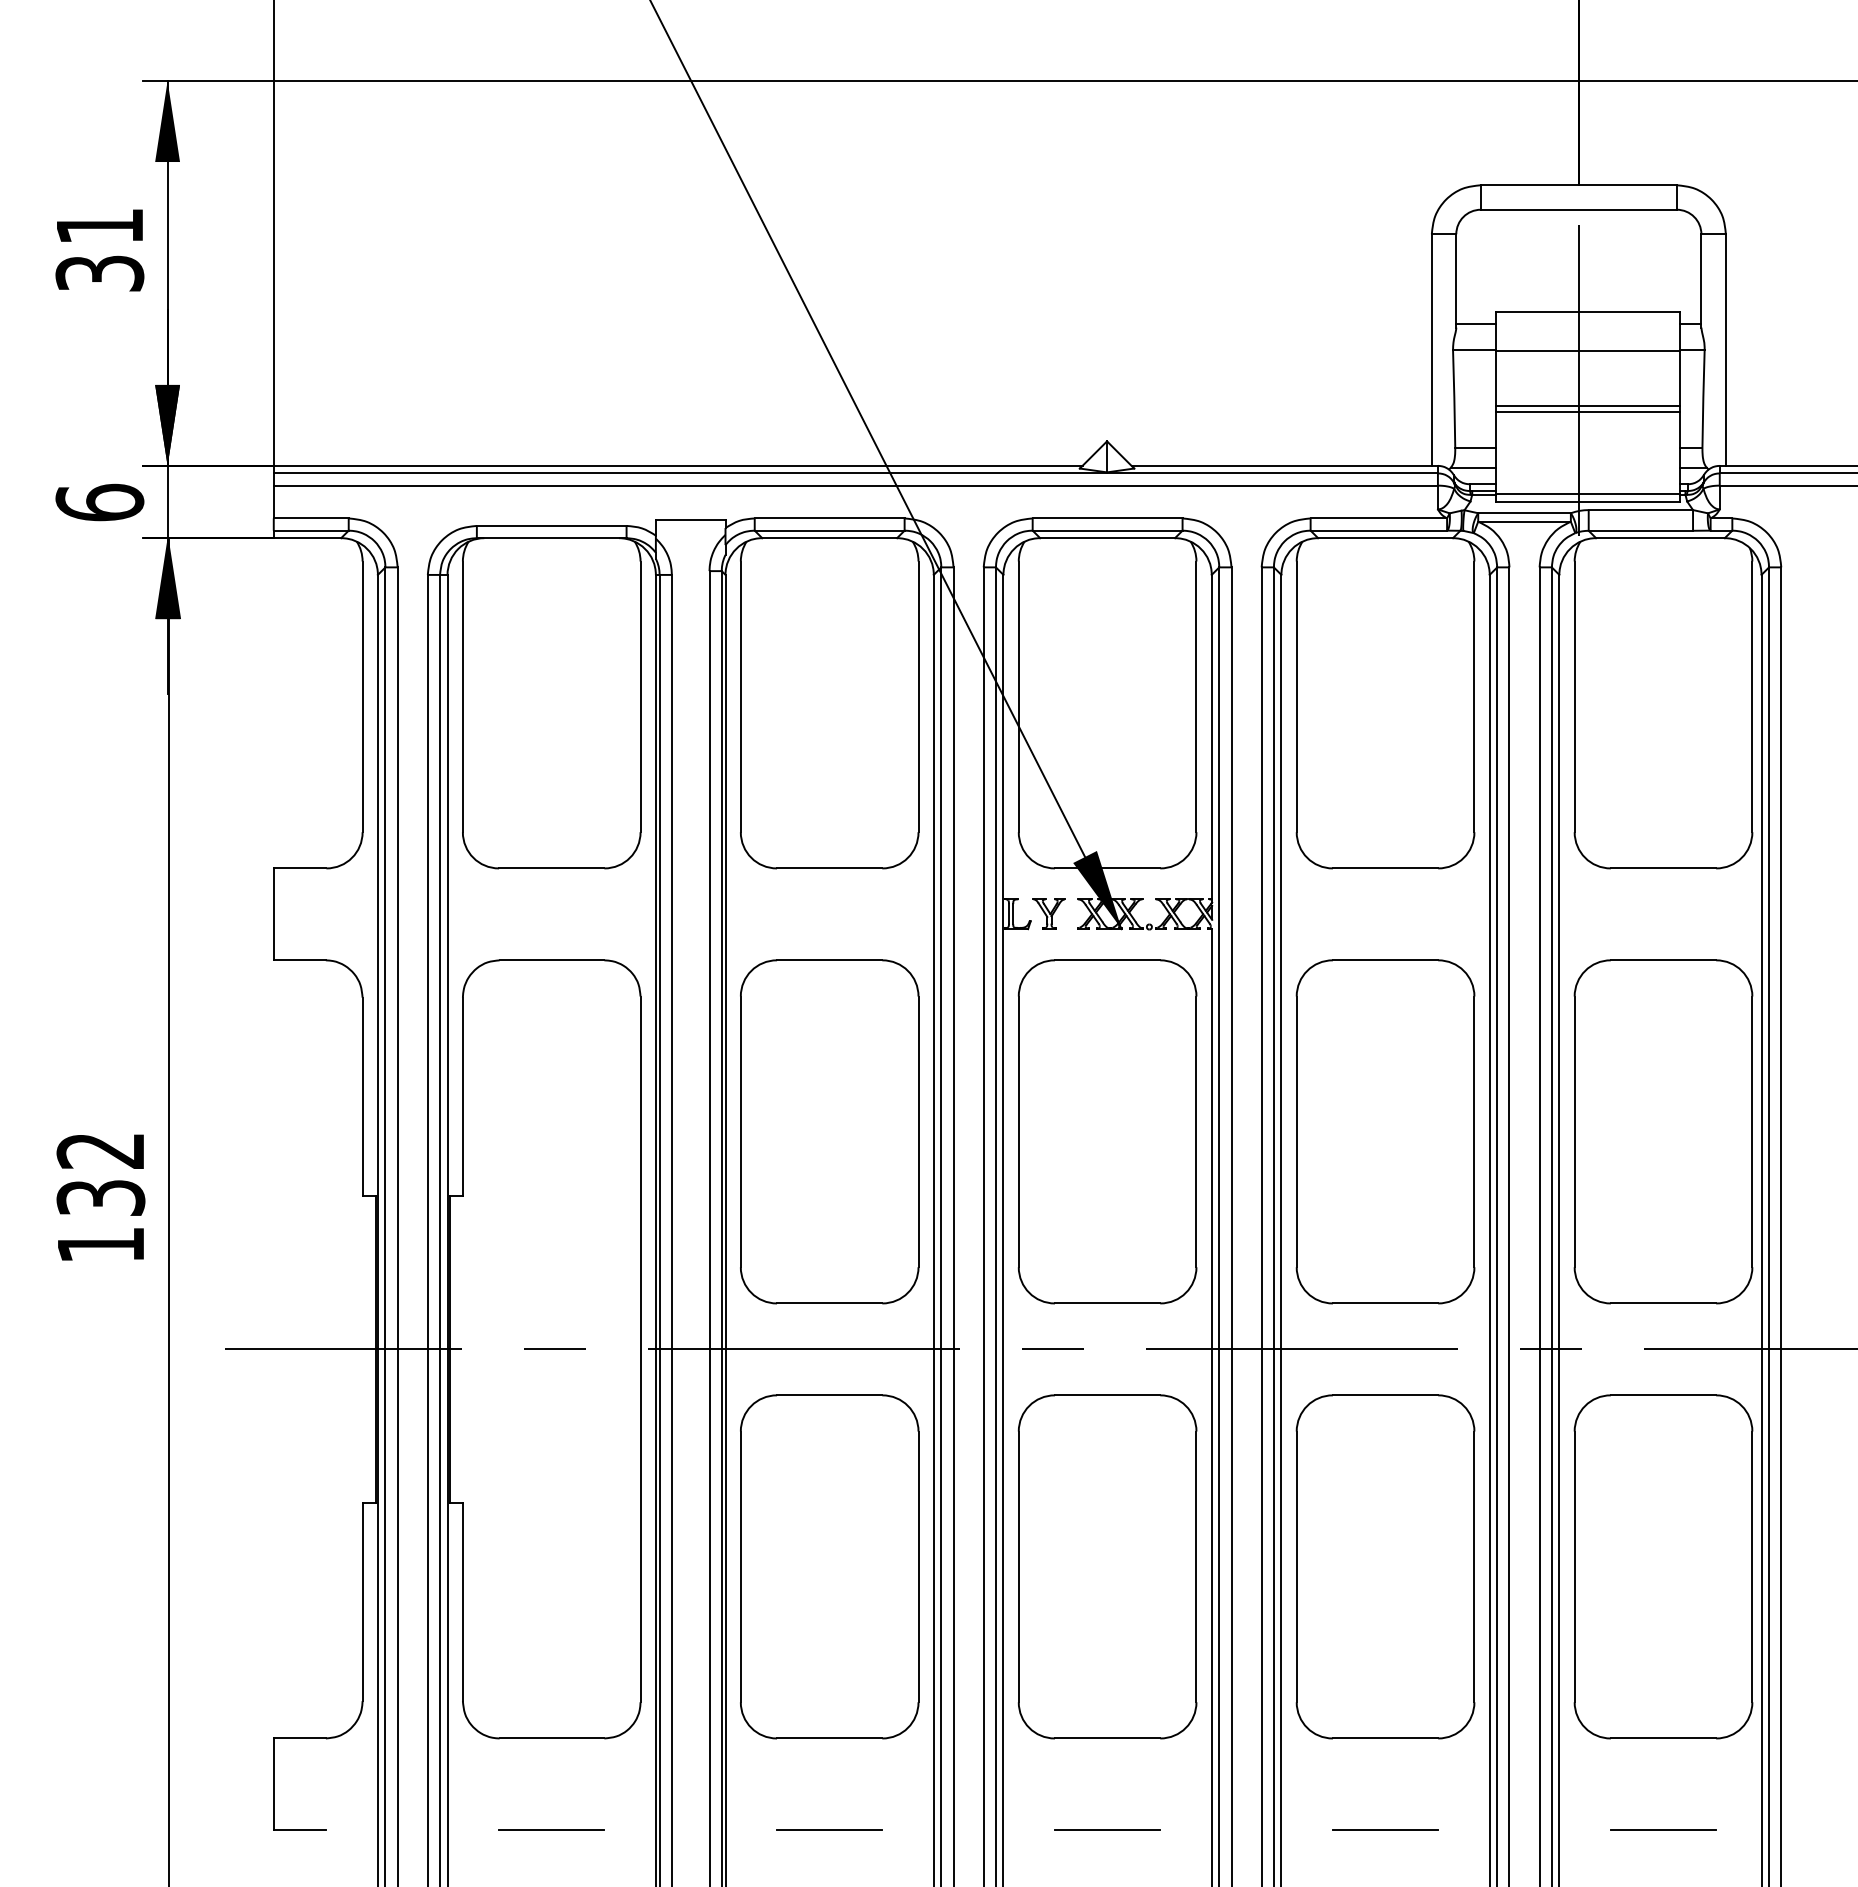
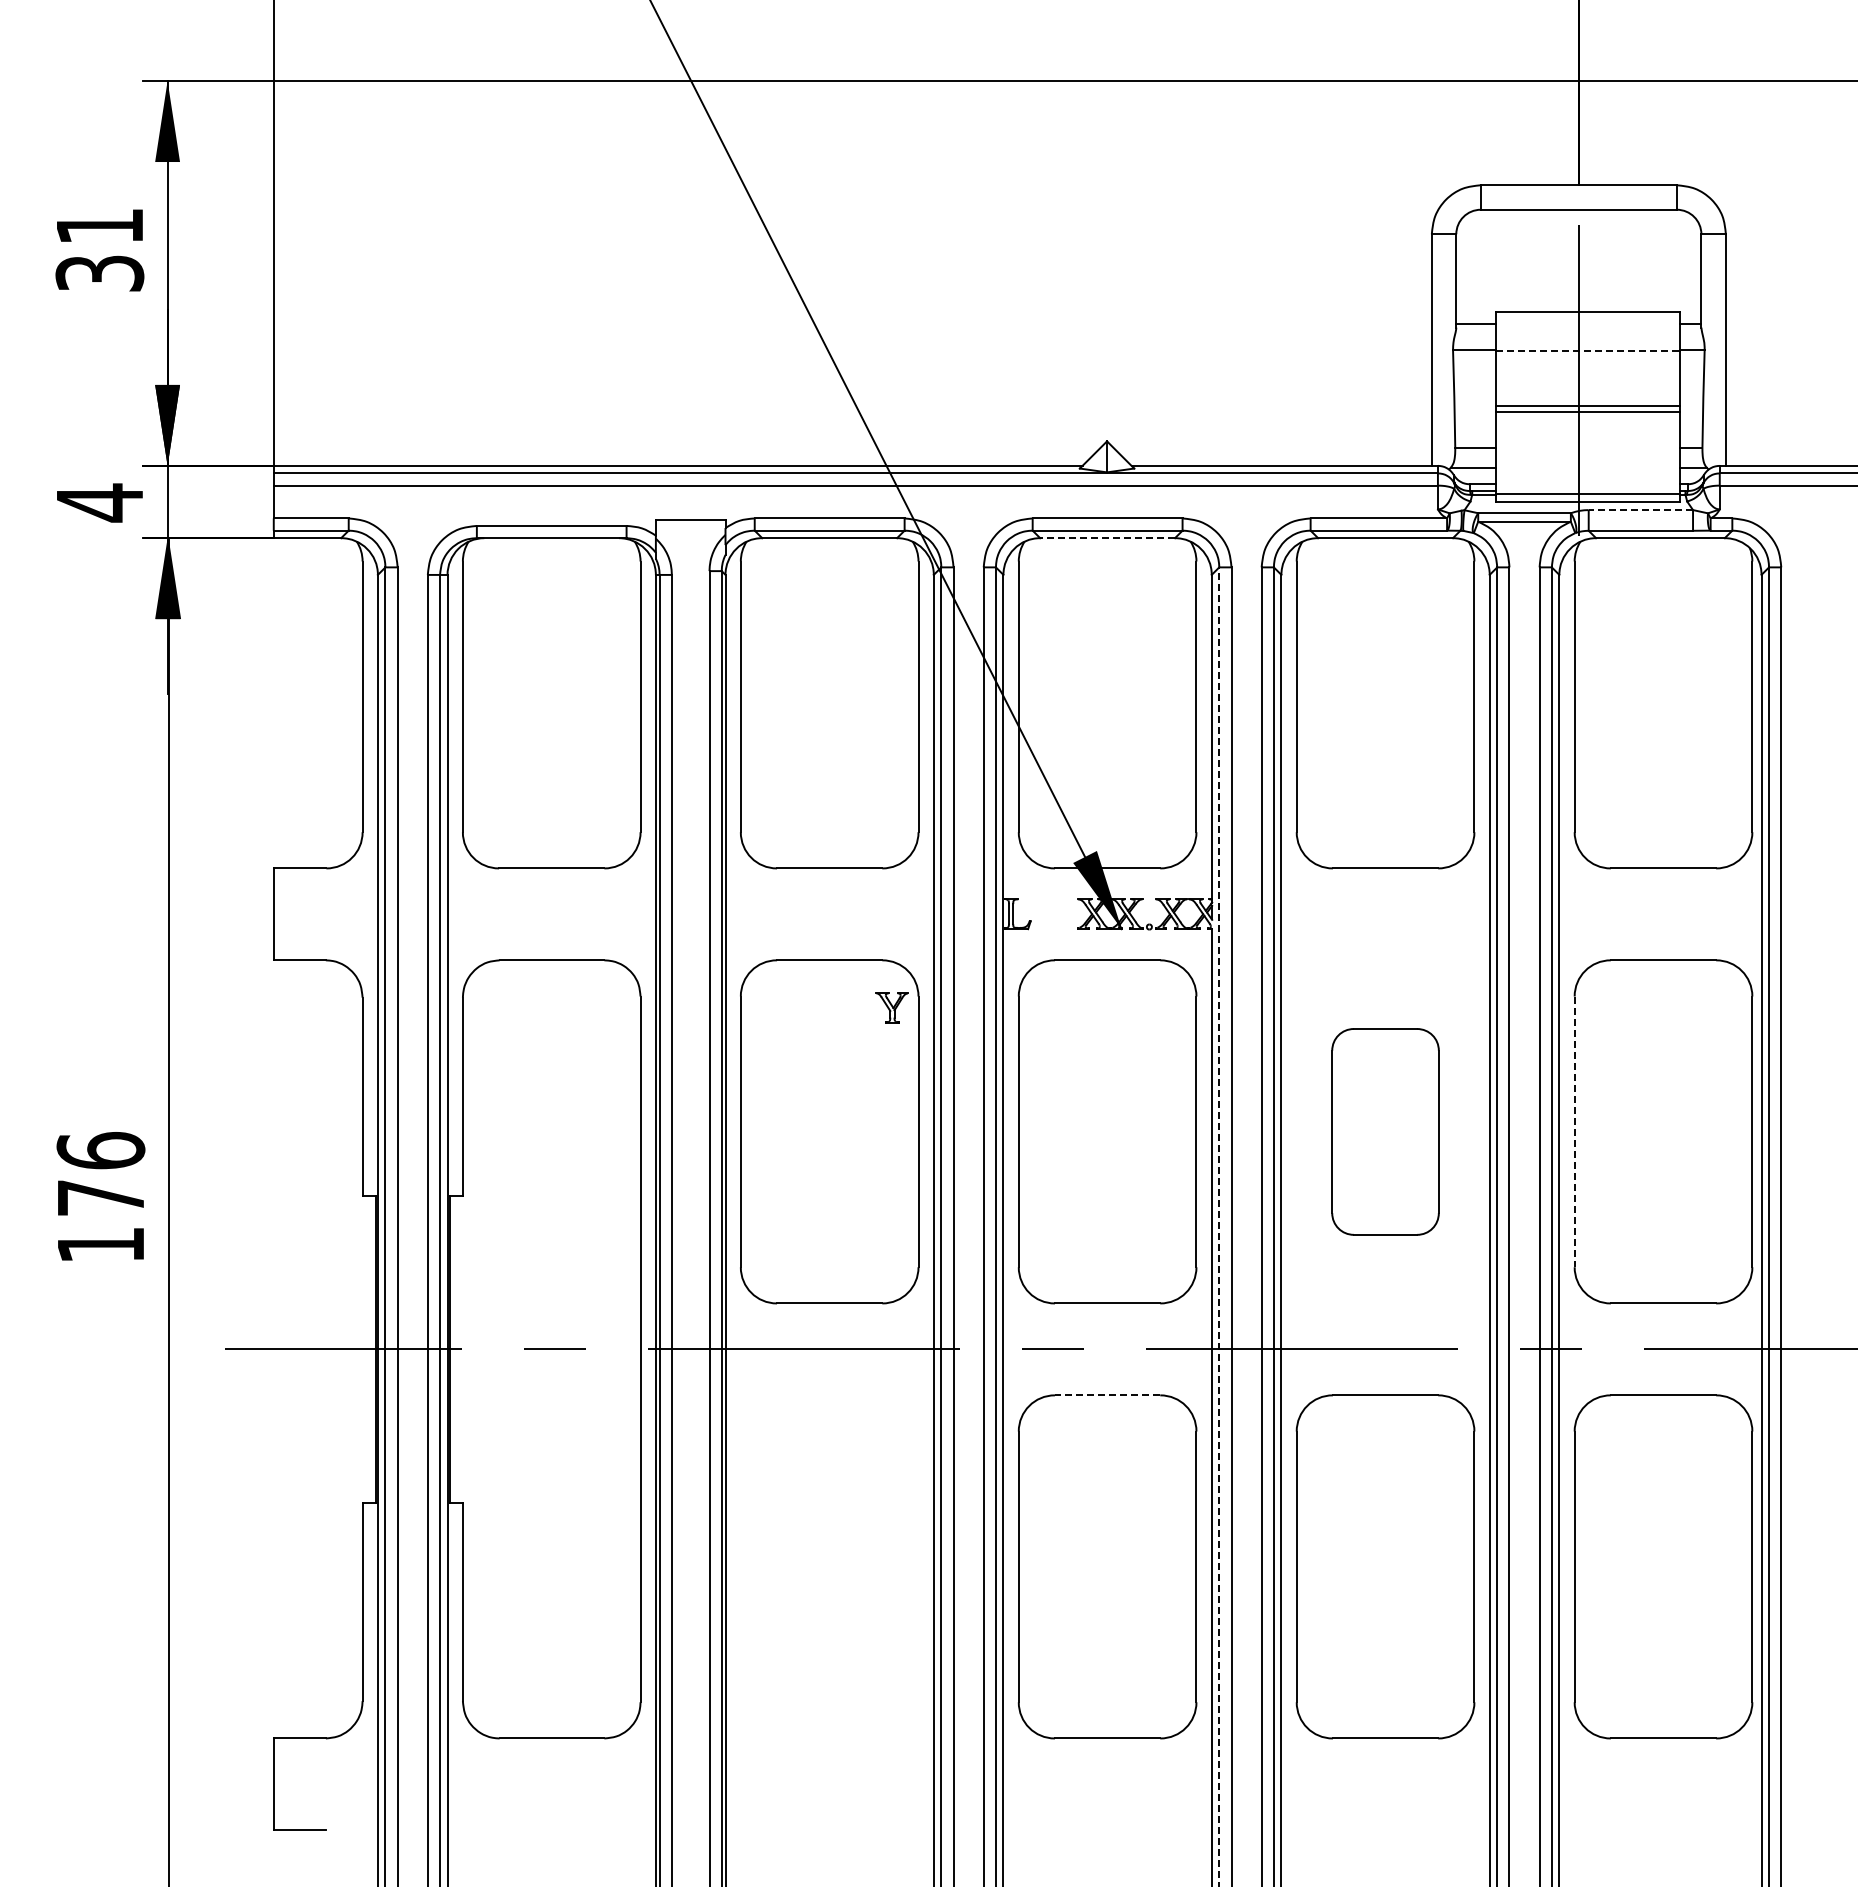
line at (1587, 350): solid -> dashed
text at (99, 502): 6 -> 4
line at (1640, 510): solid -> dashed
line at (1107, 538): solid -> dashed
part at (1048, 913) position: (1048, 913) -> (891, 1007)
part at (1385, 1131) size: 181x346 px -> 109x208 px
line at (1574, 1132): solid -> dashed
text at (100, 1173): 132 -> 176
line at (1219, 1226): solid -> dashed
line at (1107, 1395): solid -> dashed
part at (829, 1566): present -> none
line at (551, 1830): present -> none
line at (829, 1830): present -> none
line at (1107, 1830): present -> none
line at (1385, 1830): present -> none
line at (1663, 1830): present -> none
